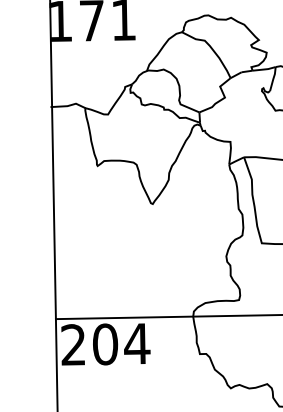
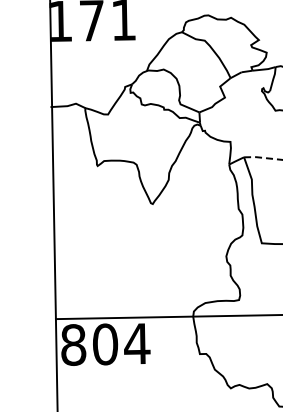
line at (262, 157): solid -> dashed
text at (73, 344): 204 -> 804
